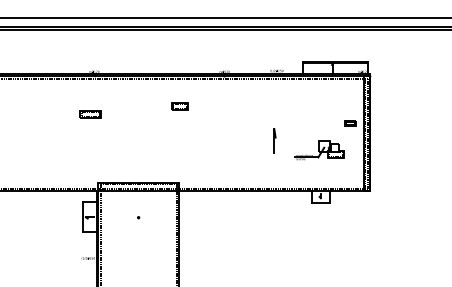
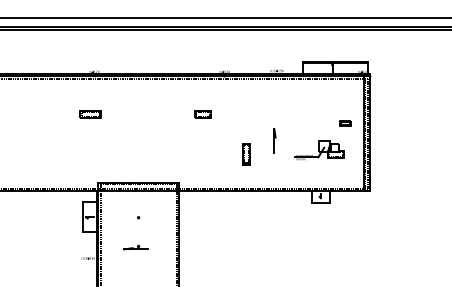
part at (179, 106) position: (179, 106) -> (202, 114)
part at (350, 123) position: (350, 123) -> (345, 123)
part at (246, 154): none -> present
part at (135, 247): none -> present
